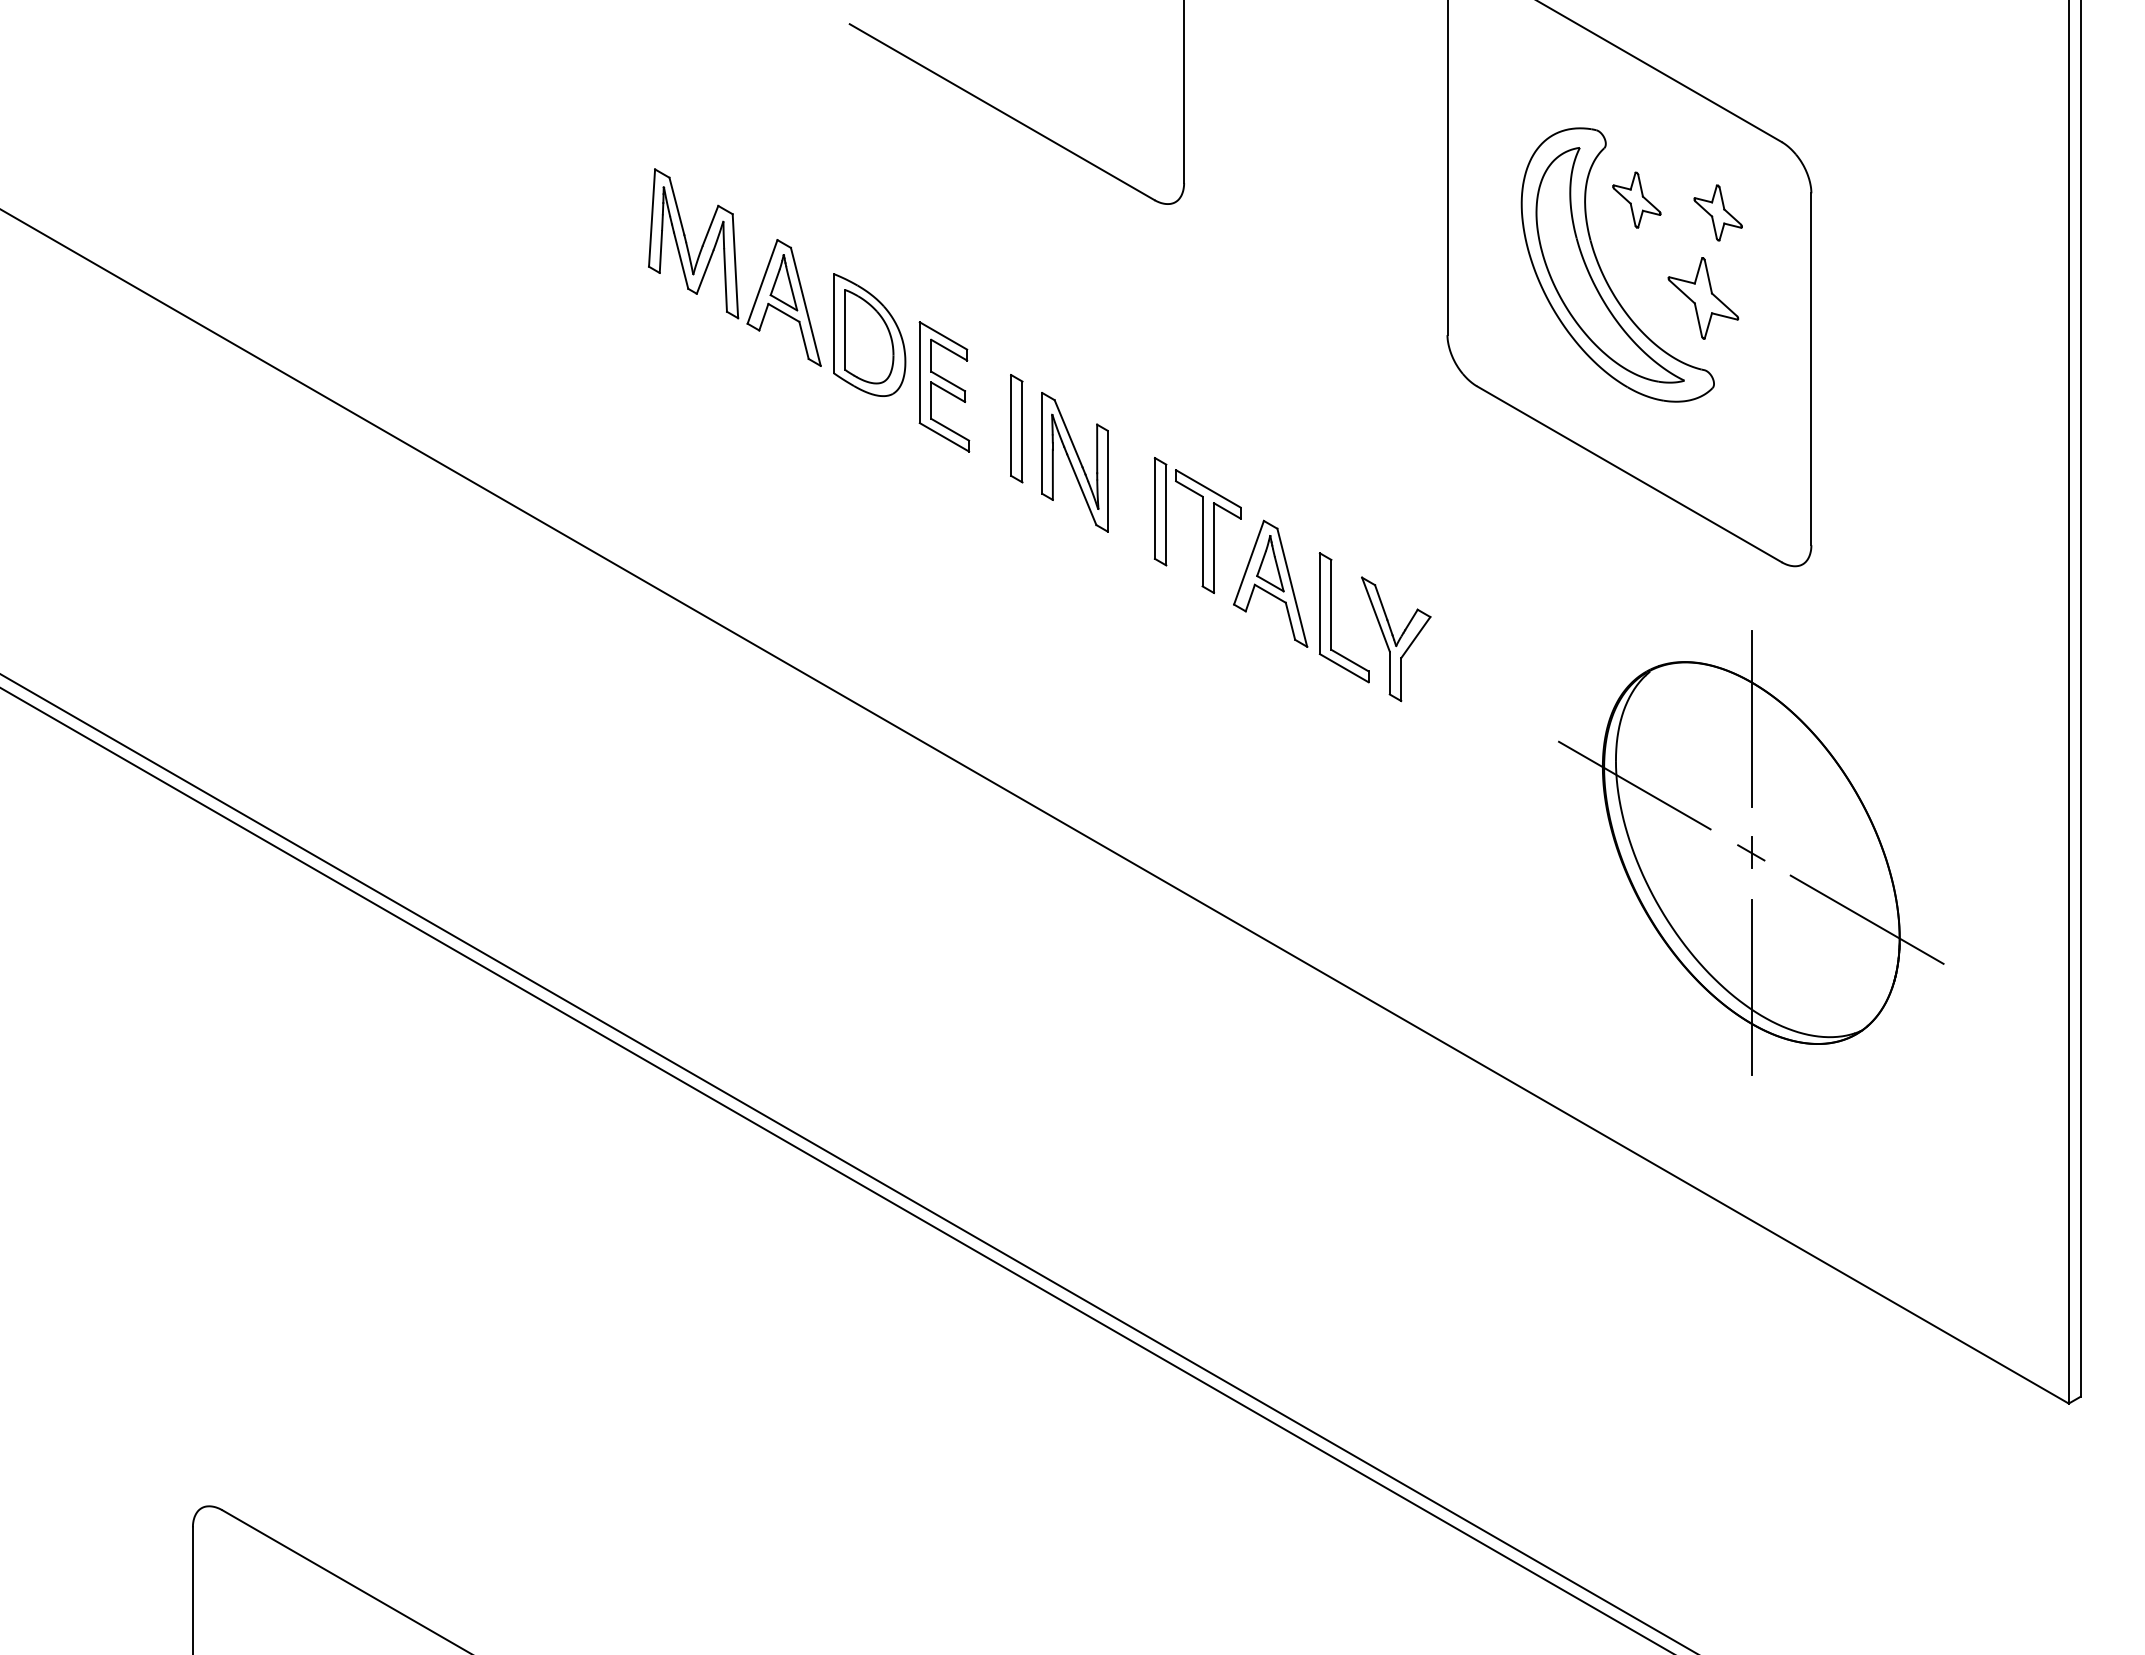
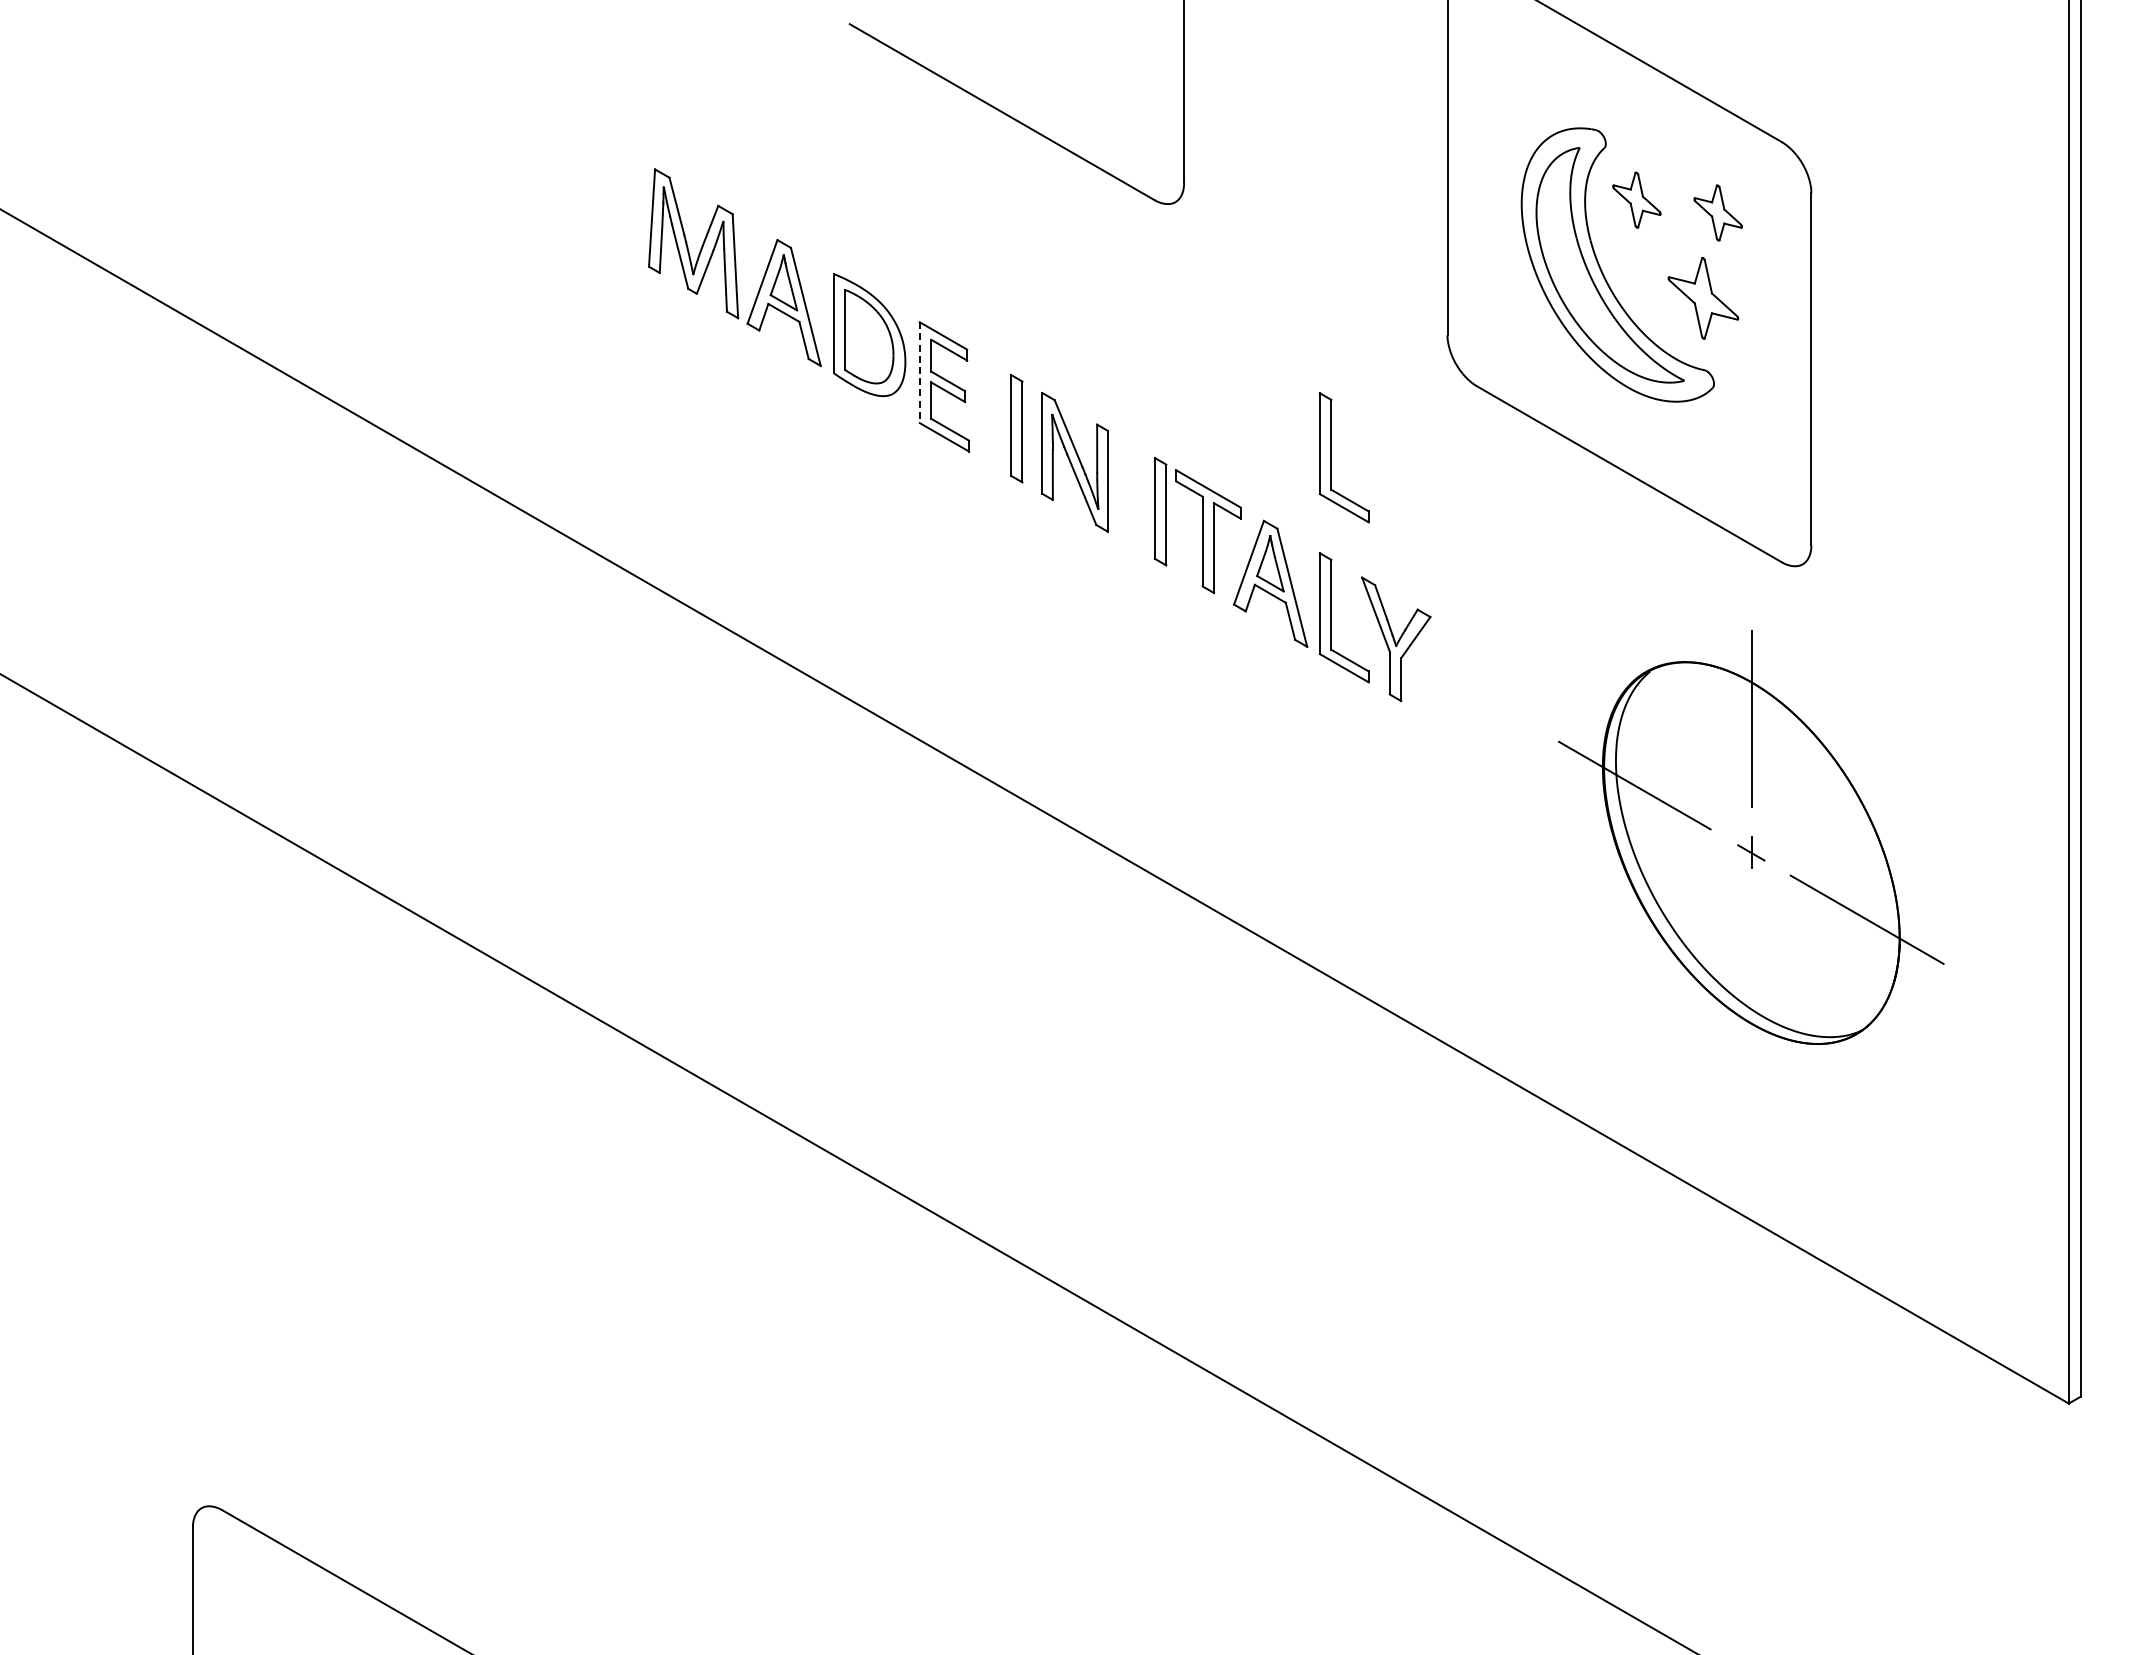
line at (919, 373): solid -> dashed
part at (1331, 457): none -> present
line at (1751, 986): present -> none
line at (835, 1169): present -> none
